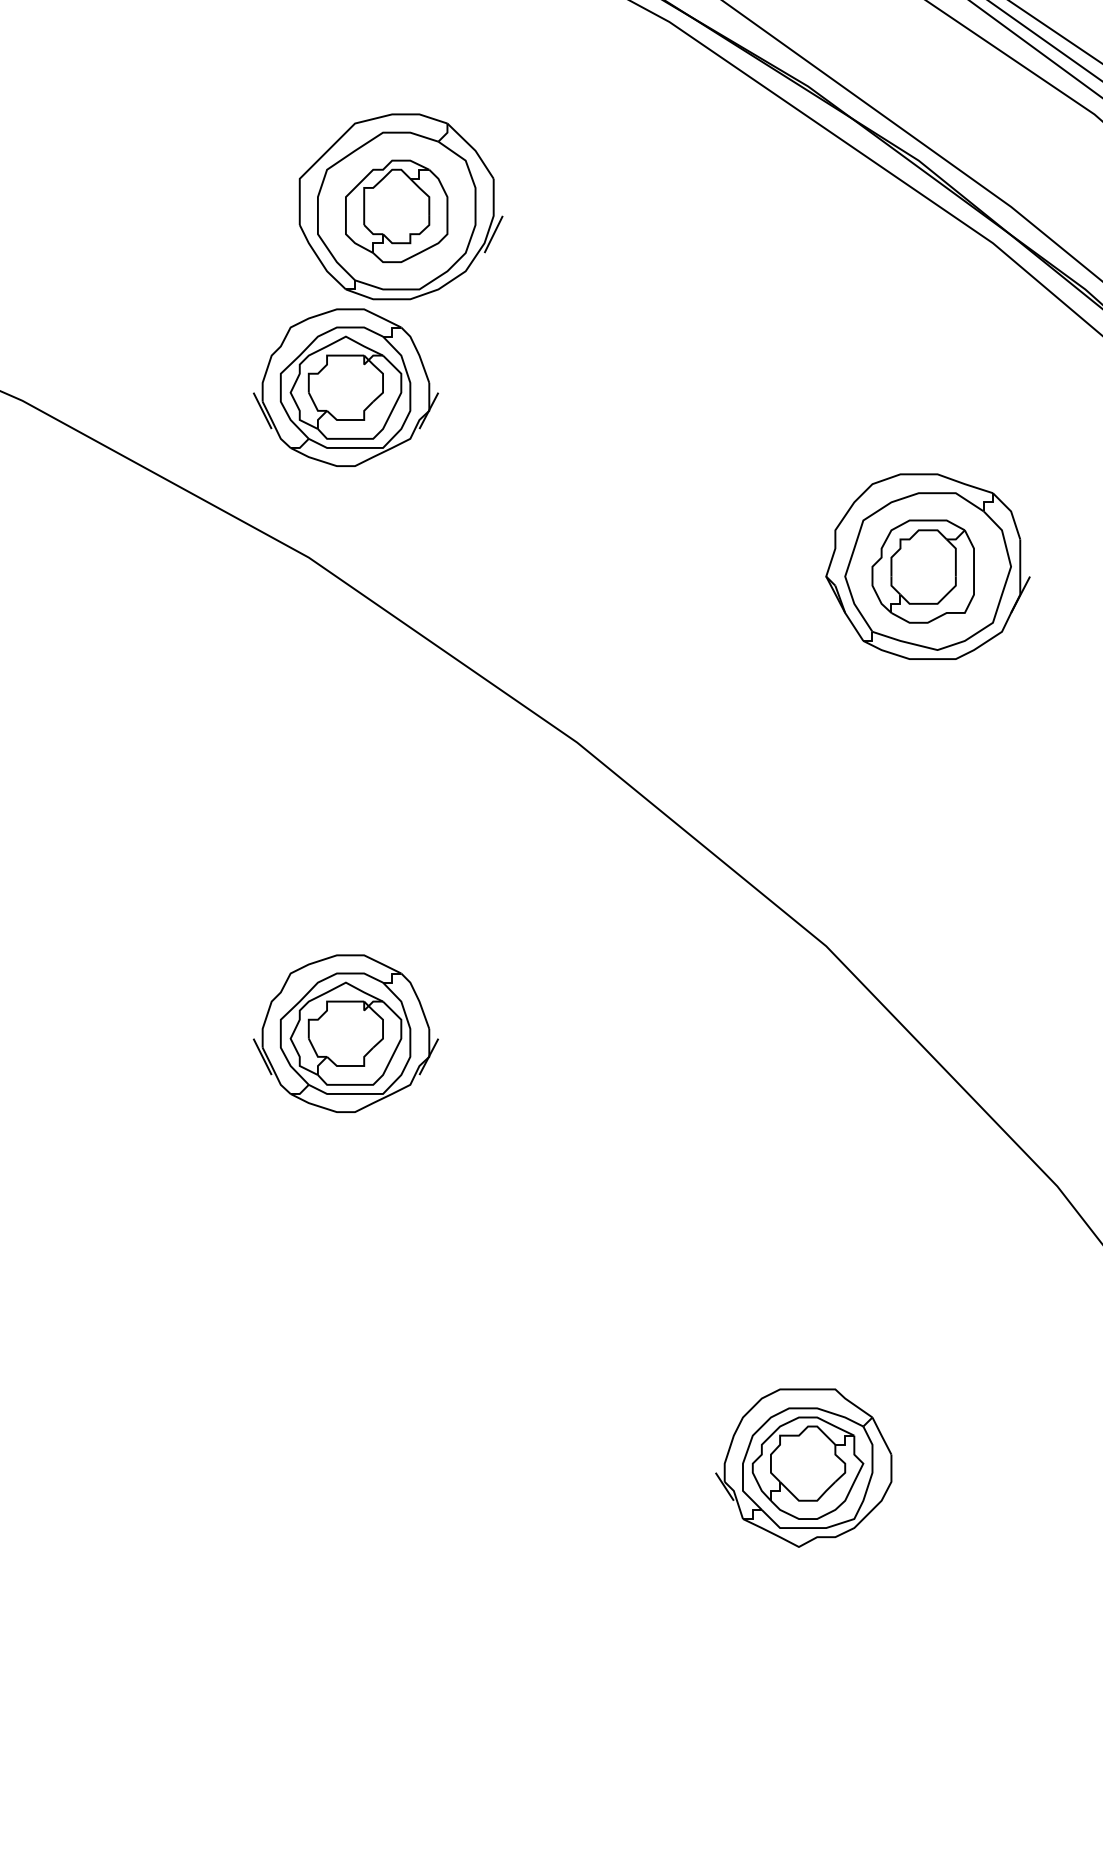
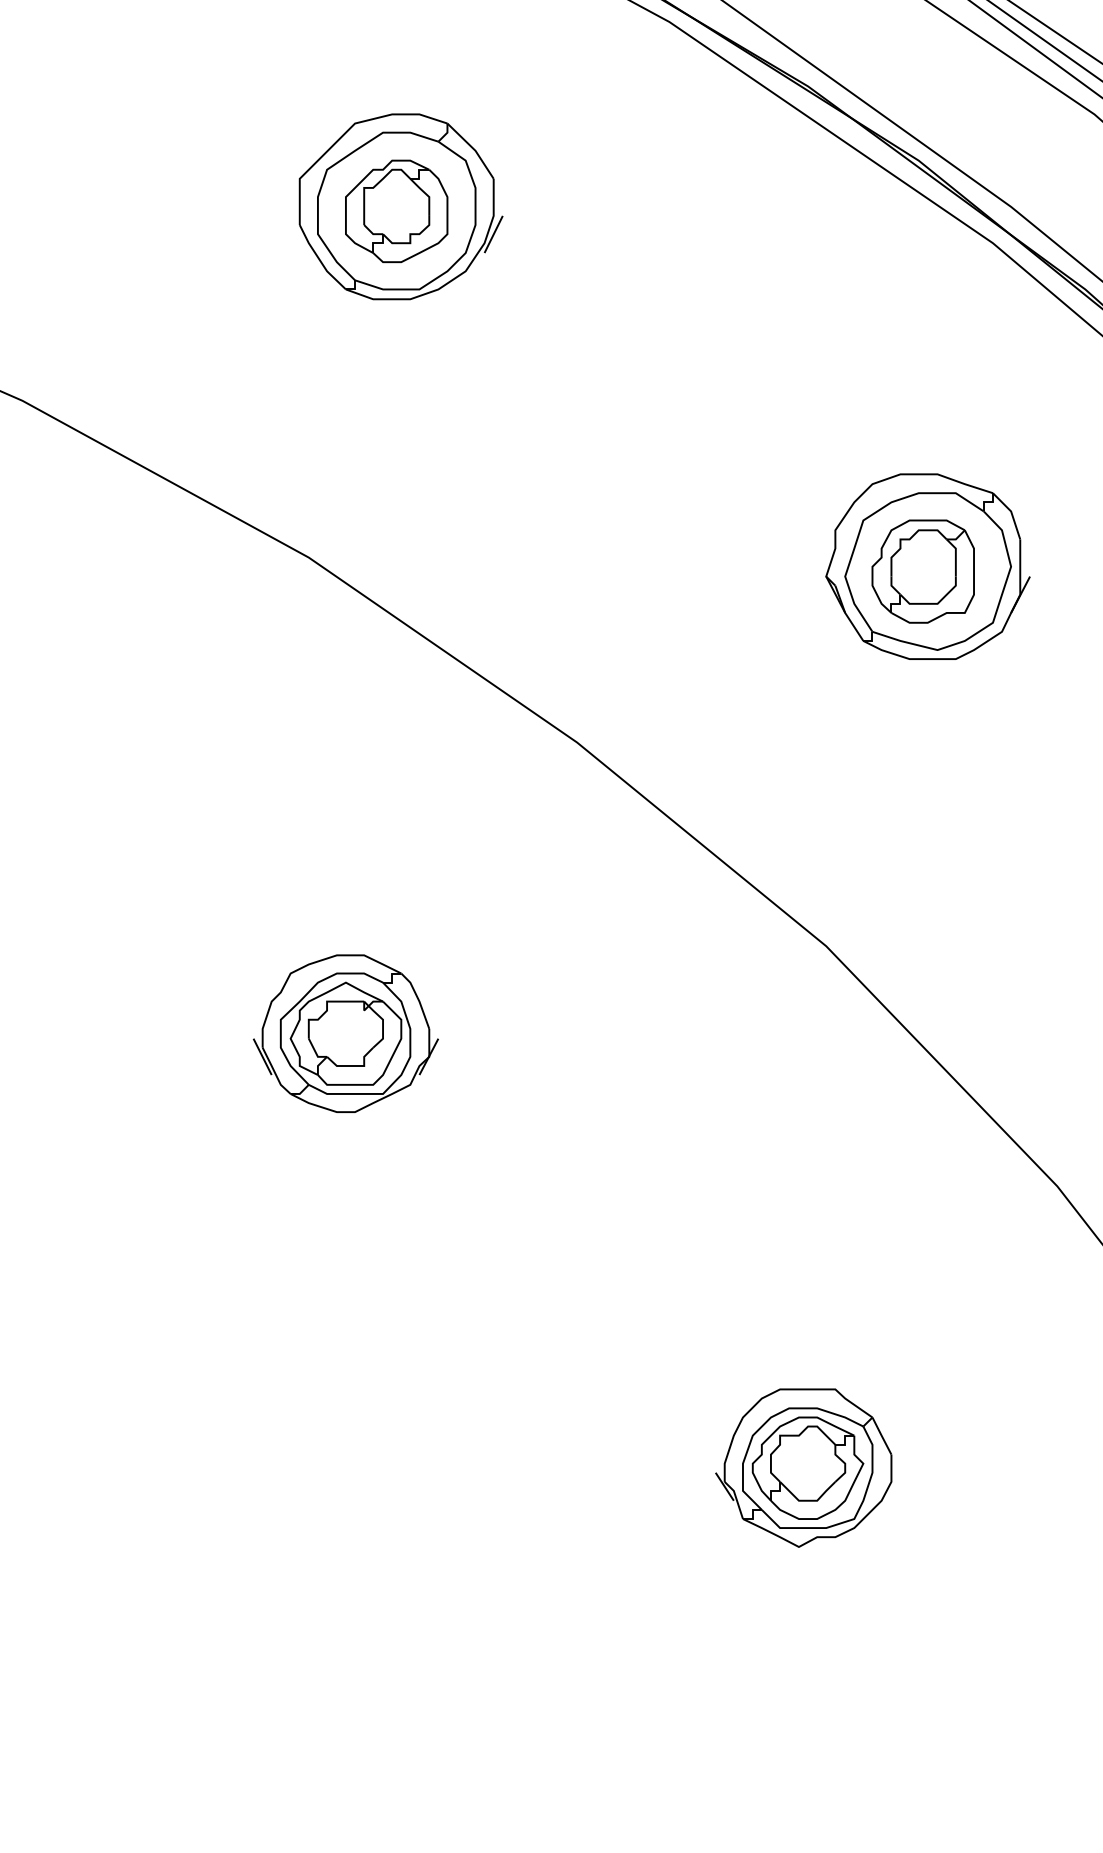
part at (345, 387): present -> none
